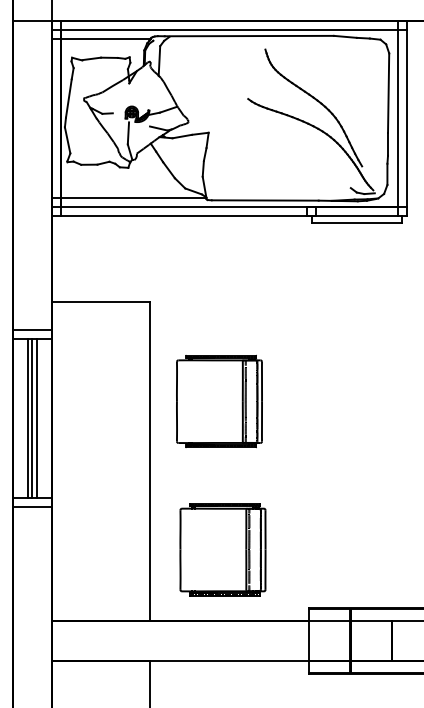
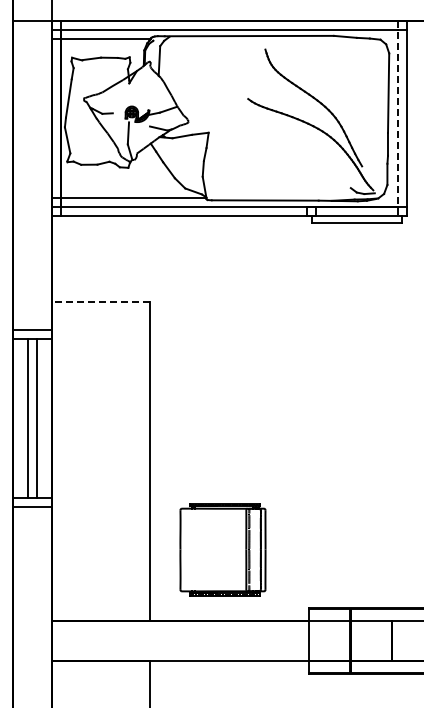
line at (397, 119): solid -> dashed
line at (101, 302): solid -> dashed
part at (219, 401): present -> none
line at (32, 418): present -> none
